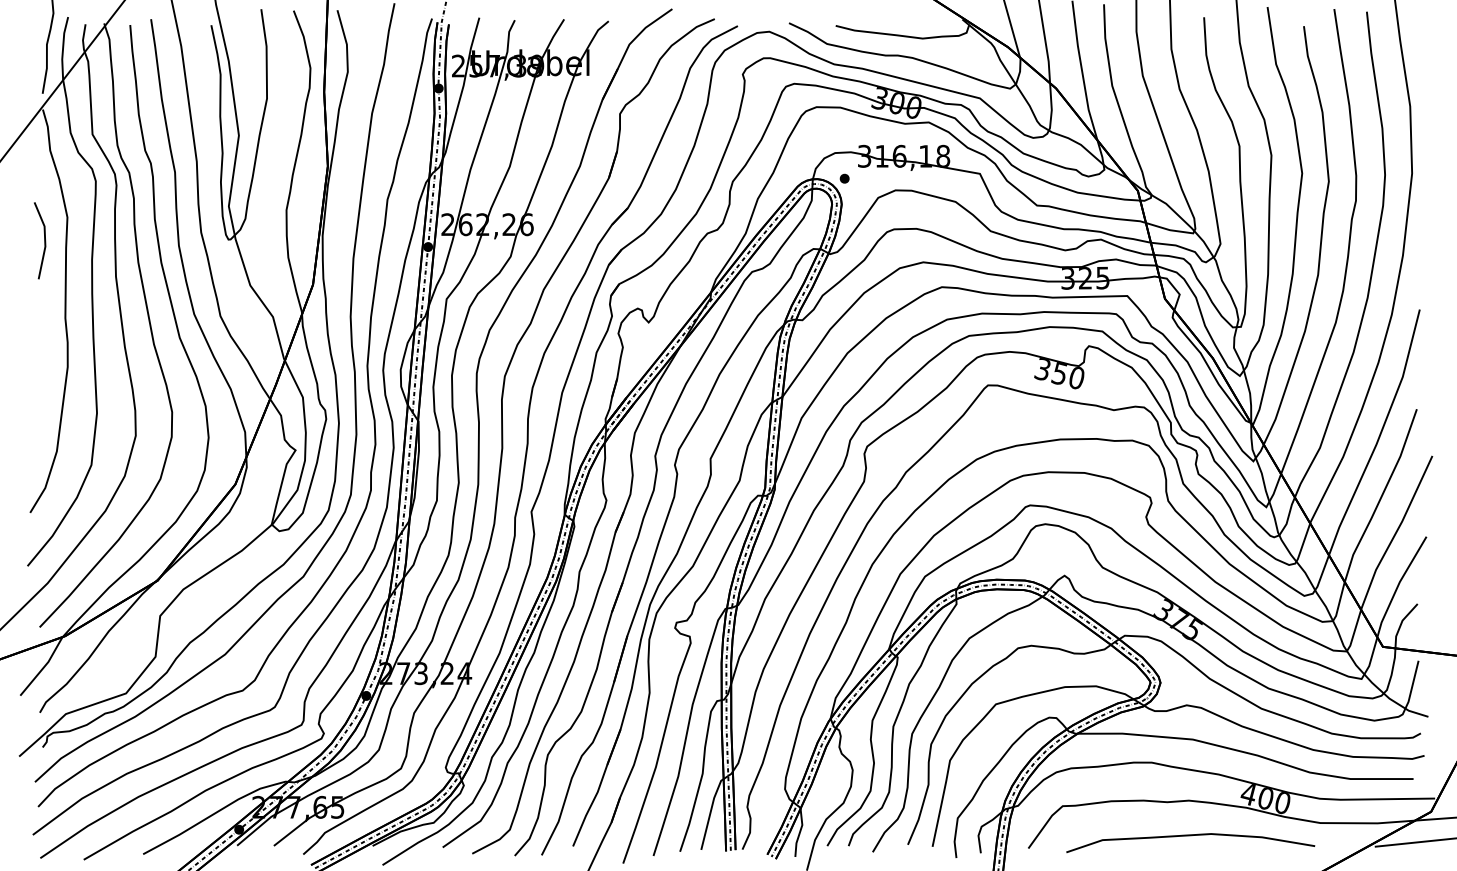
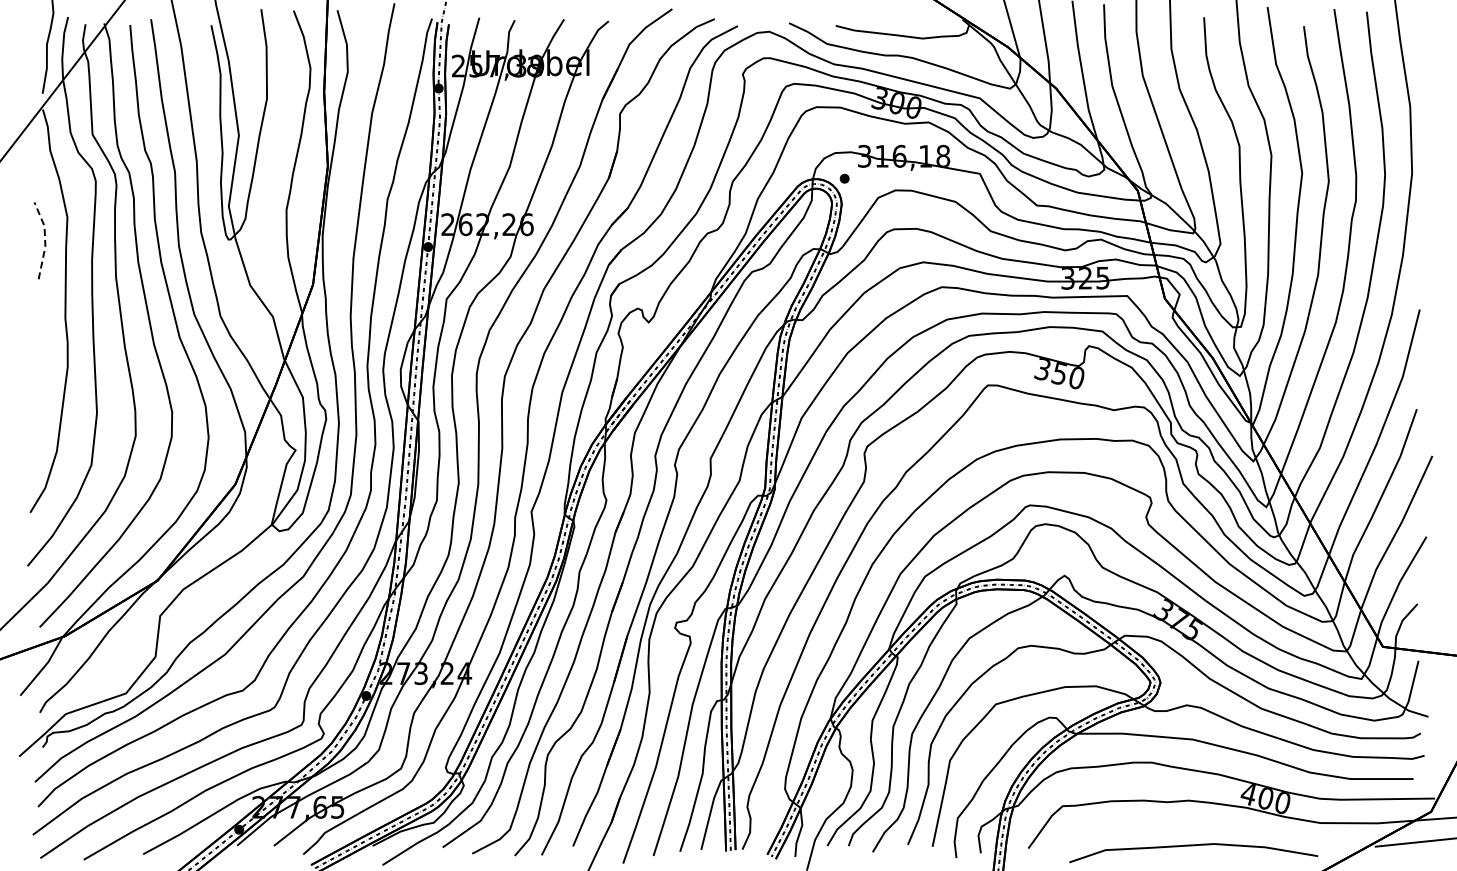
line at (45, 239): solid -> dashed
curve at (1190, 836) position: (1190, 836) -> (1193, 846)
